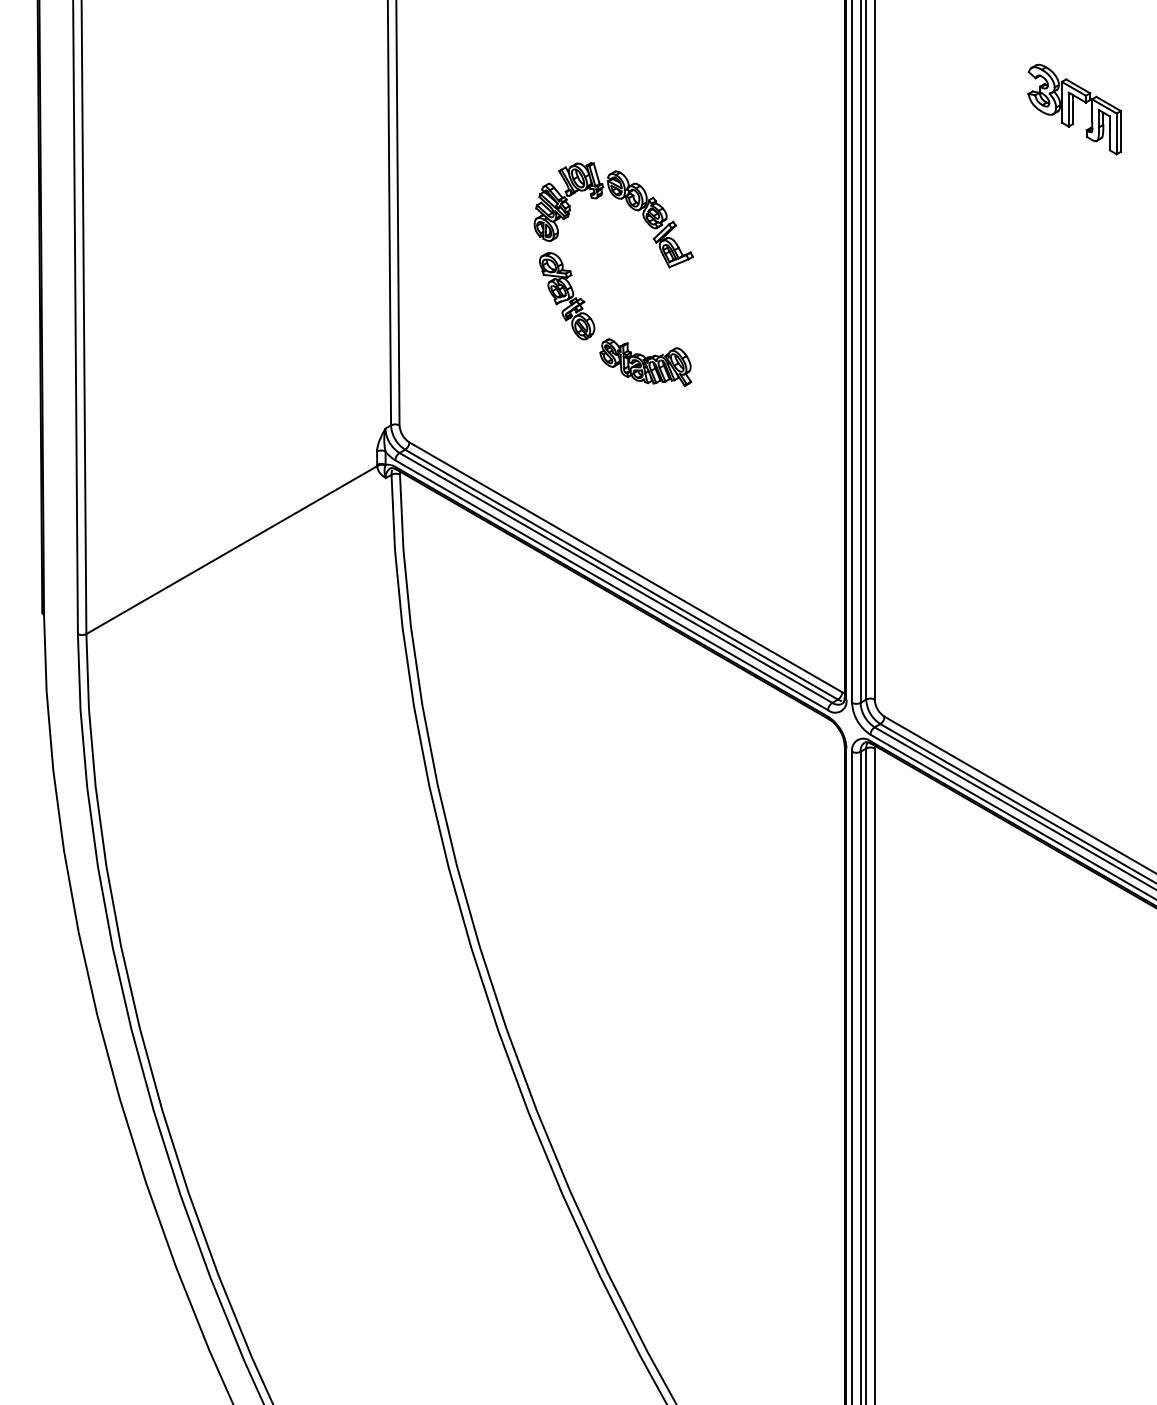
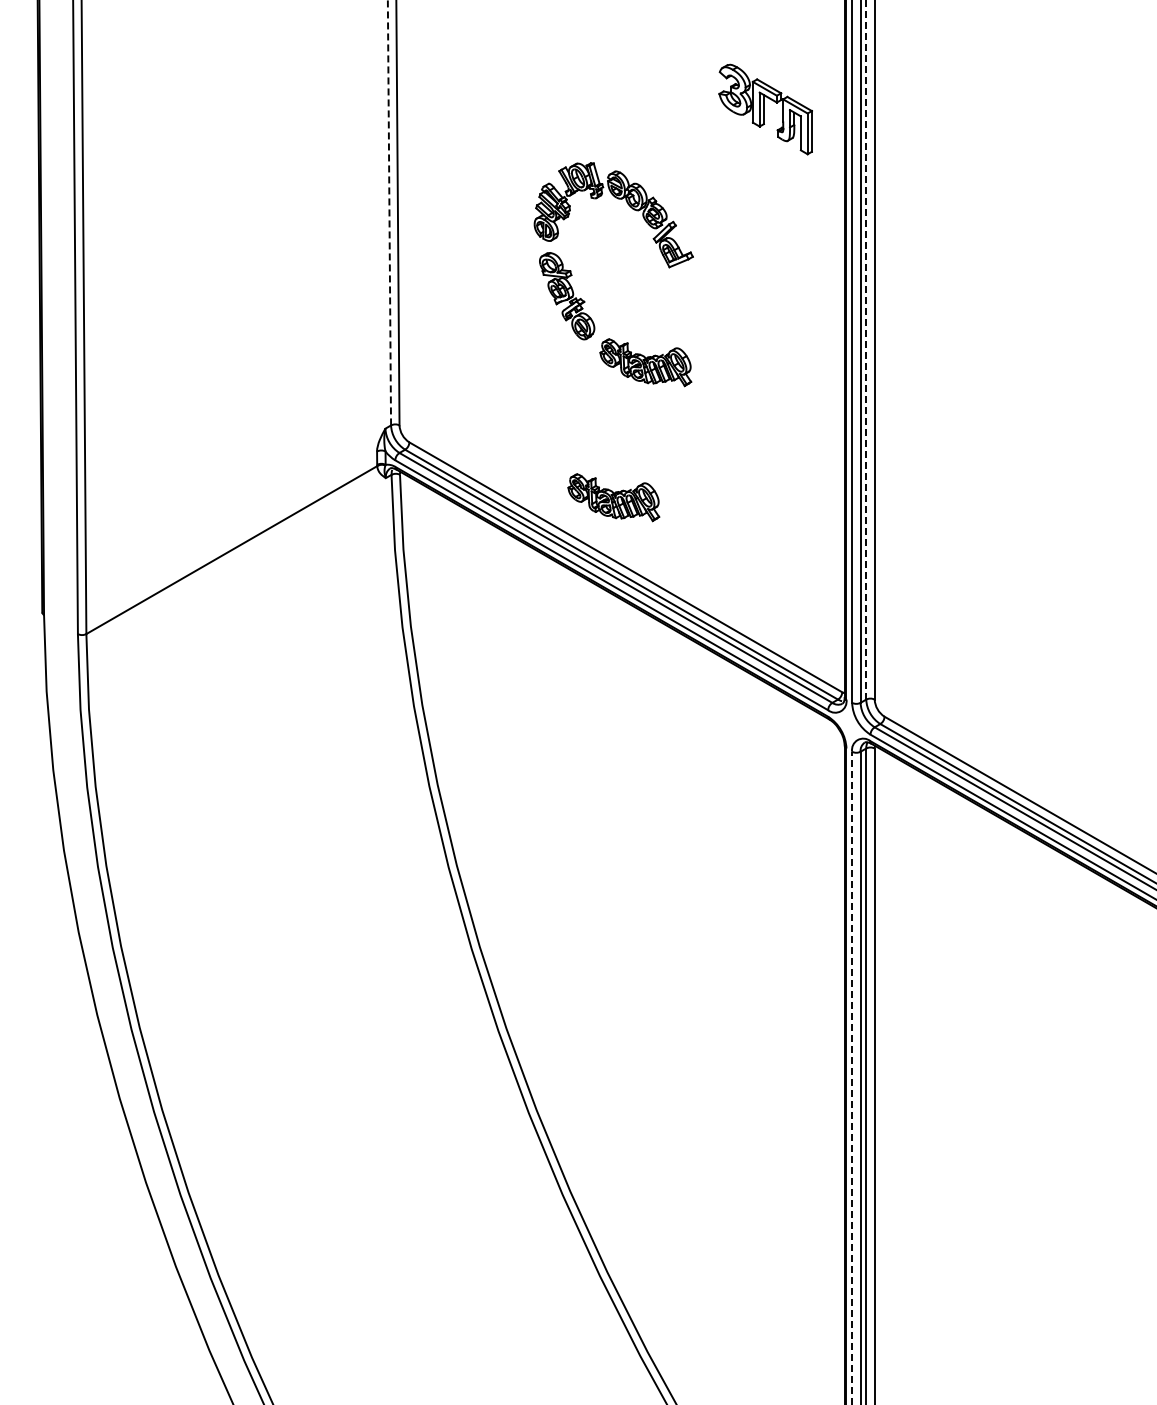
part at (1074, 109) position: (1074, 109) -> (765, 109)
line at (389, 212): solid -> dashed
line at (866, 349): solid -> dashed
part at (613, 497): none -> present
line at (852, 1077): solid -> dashed
